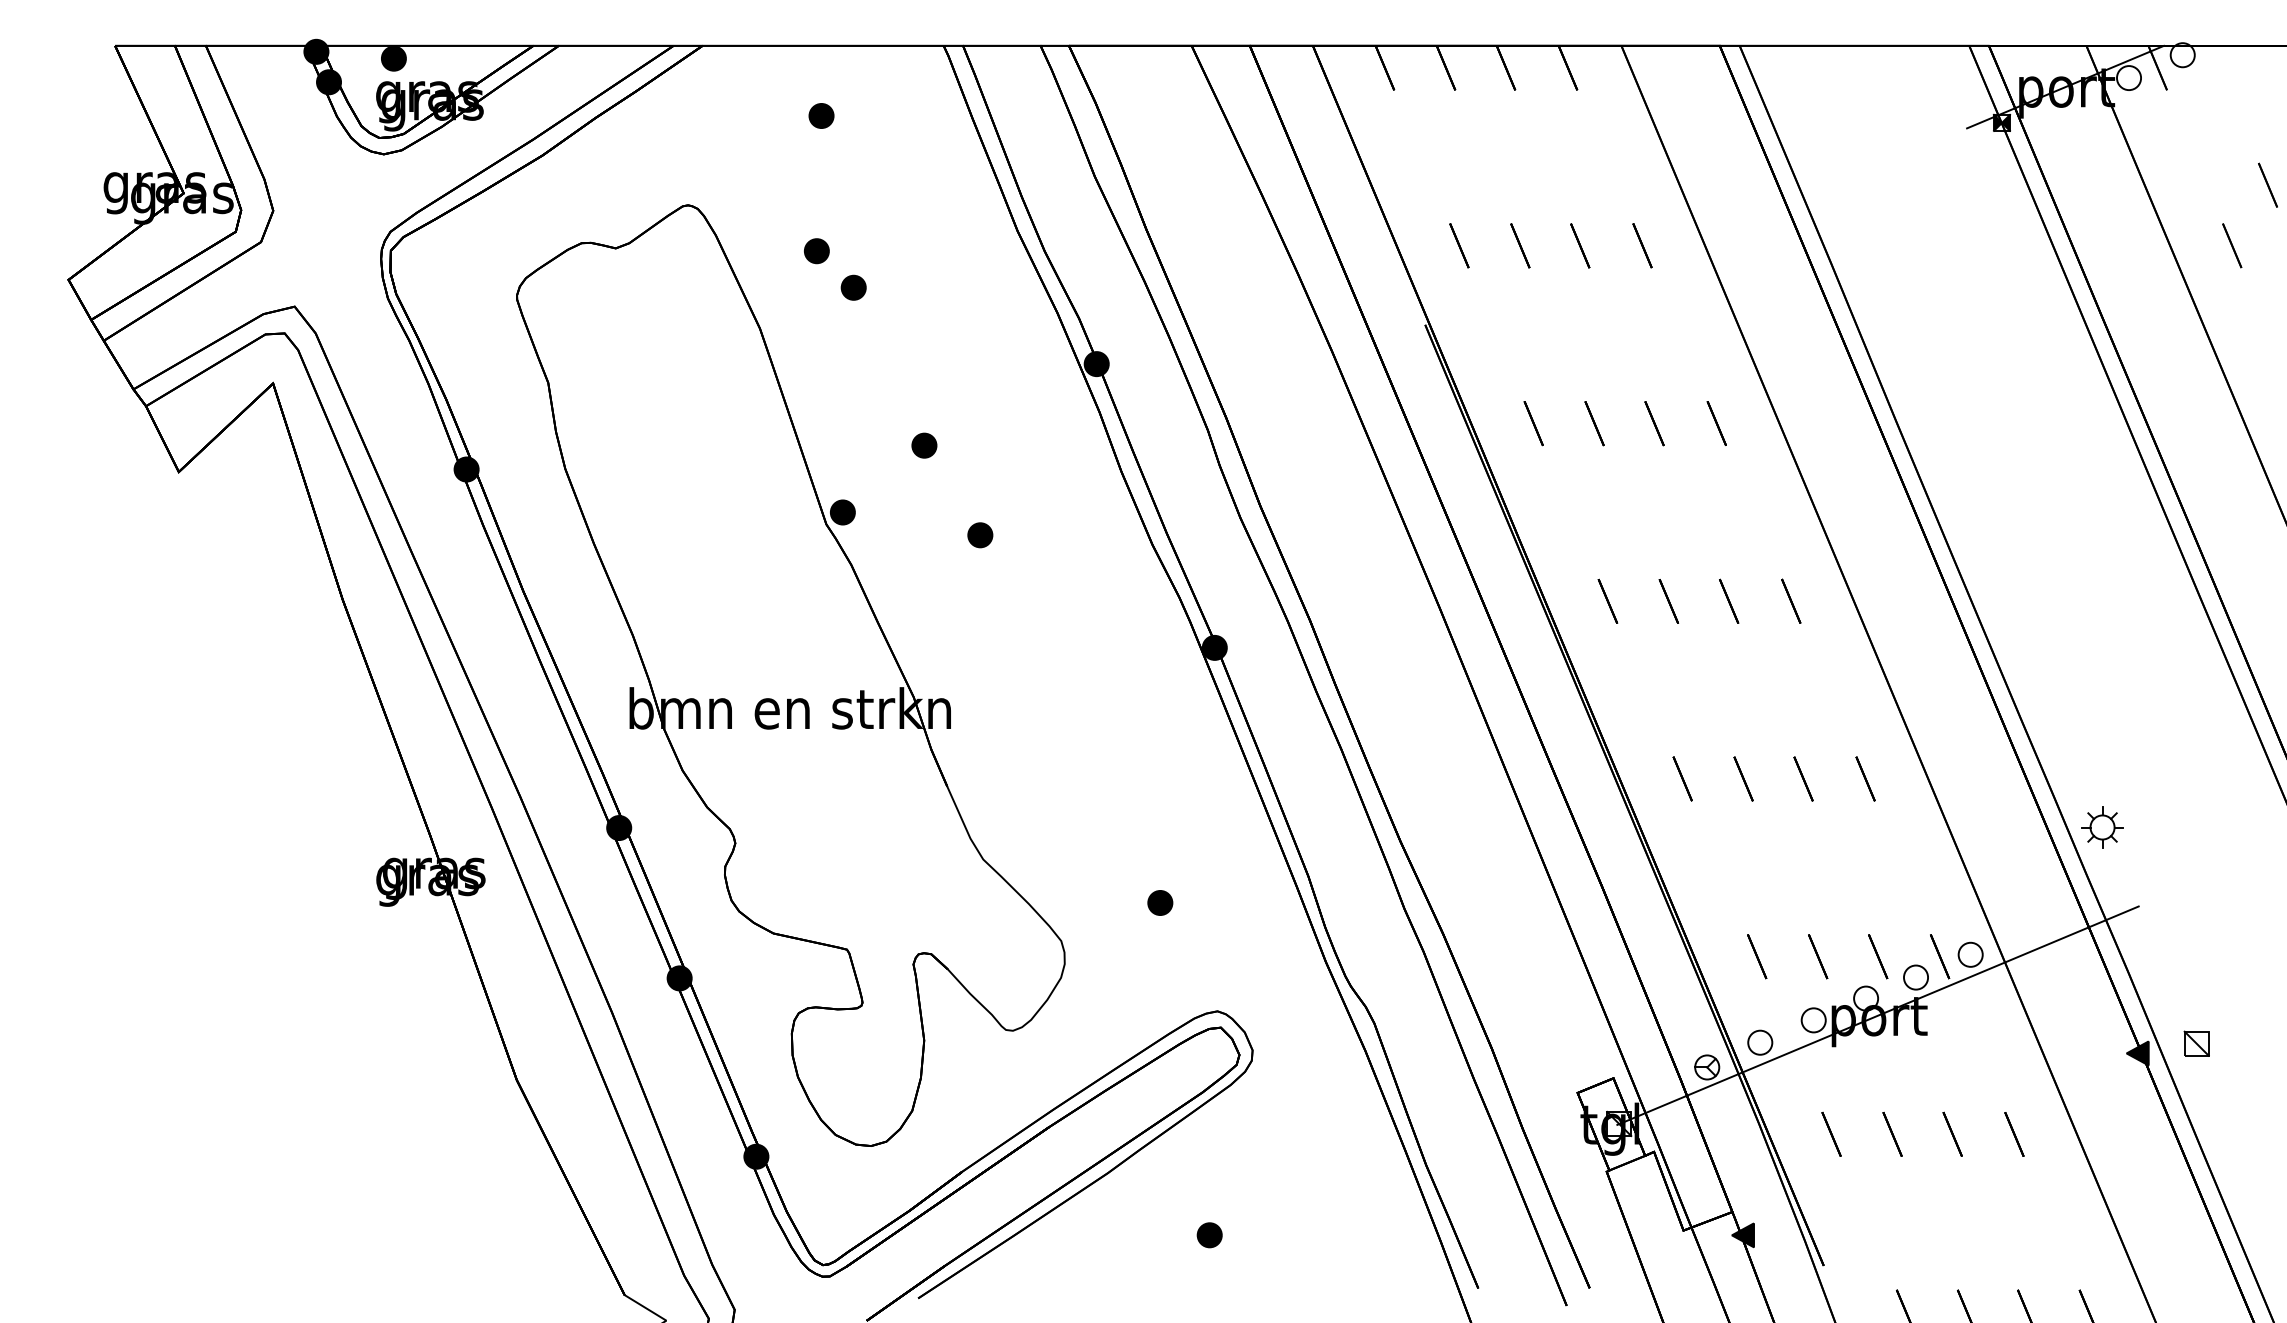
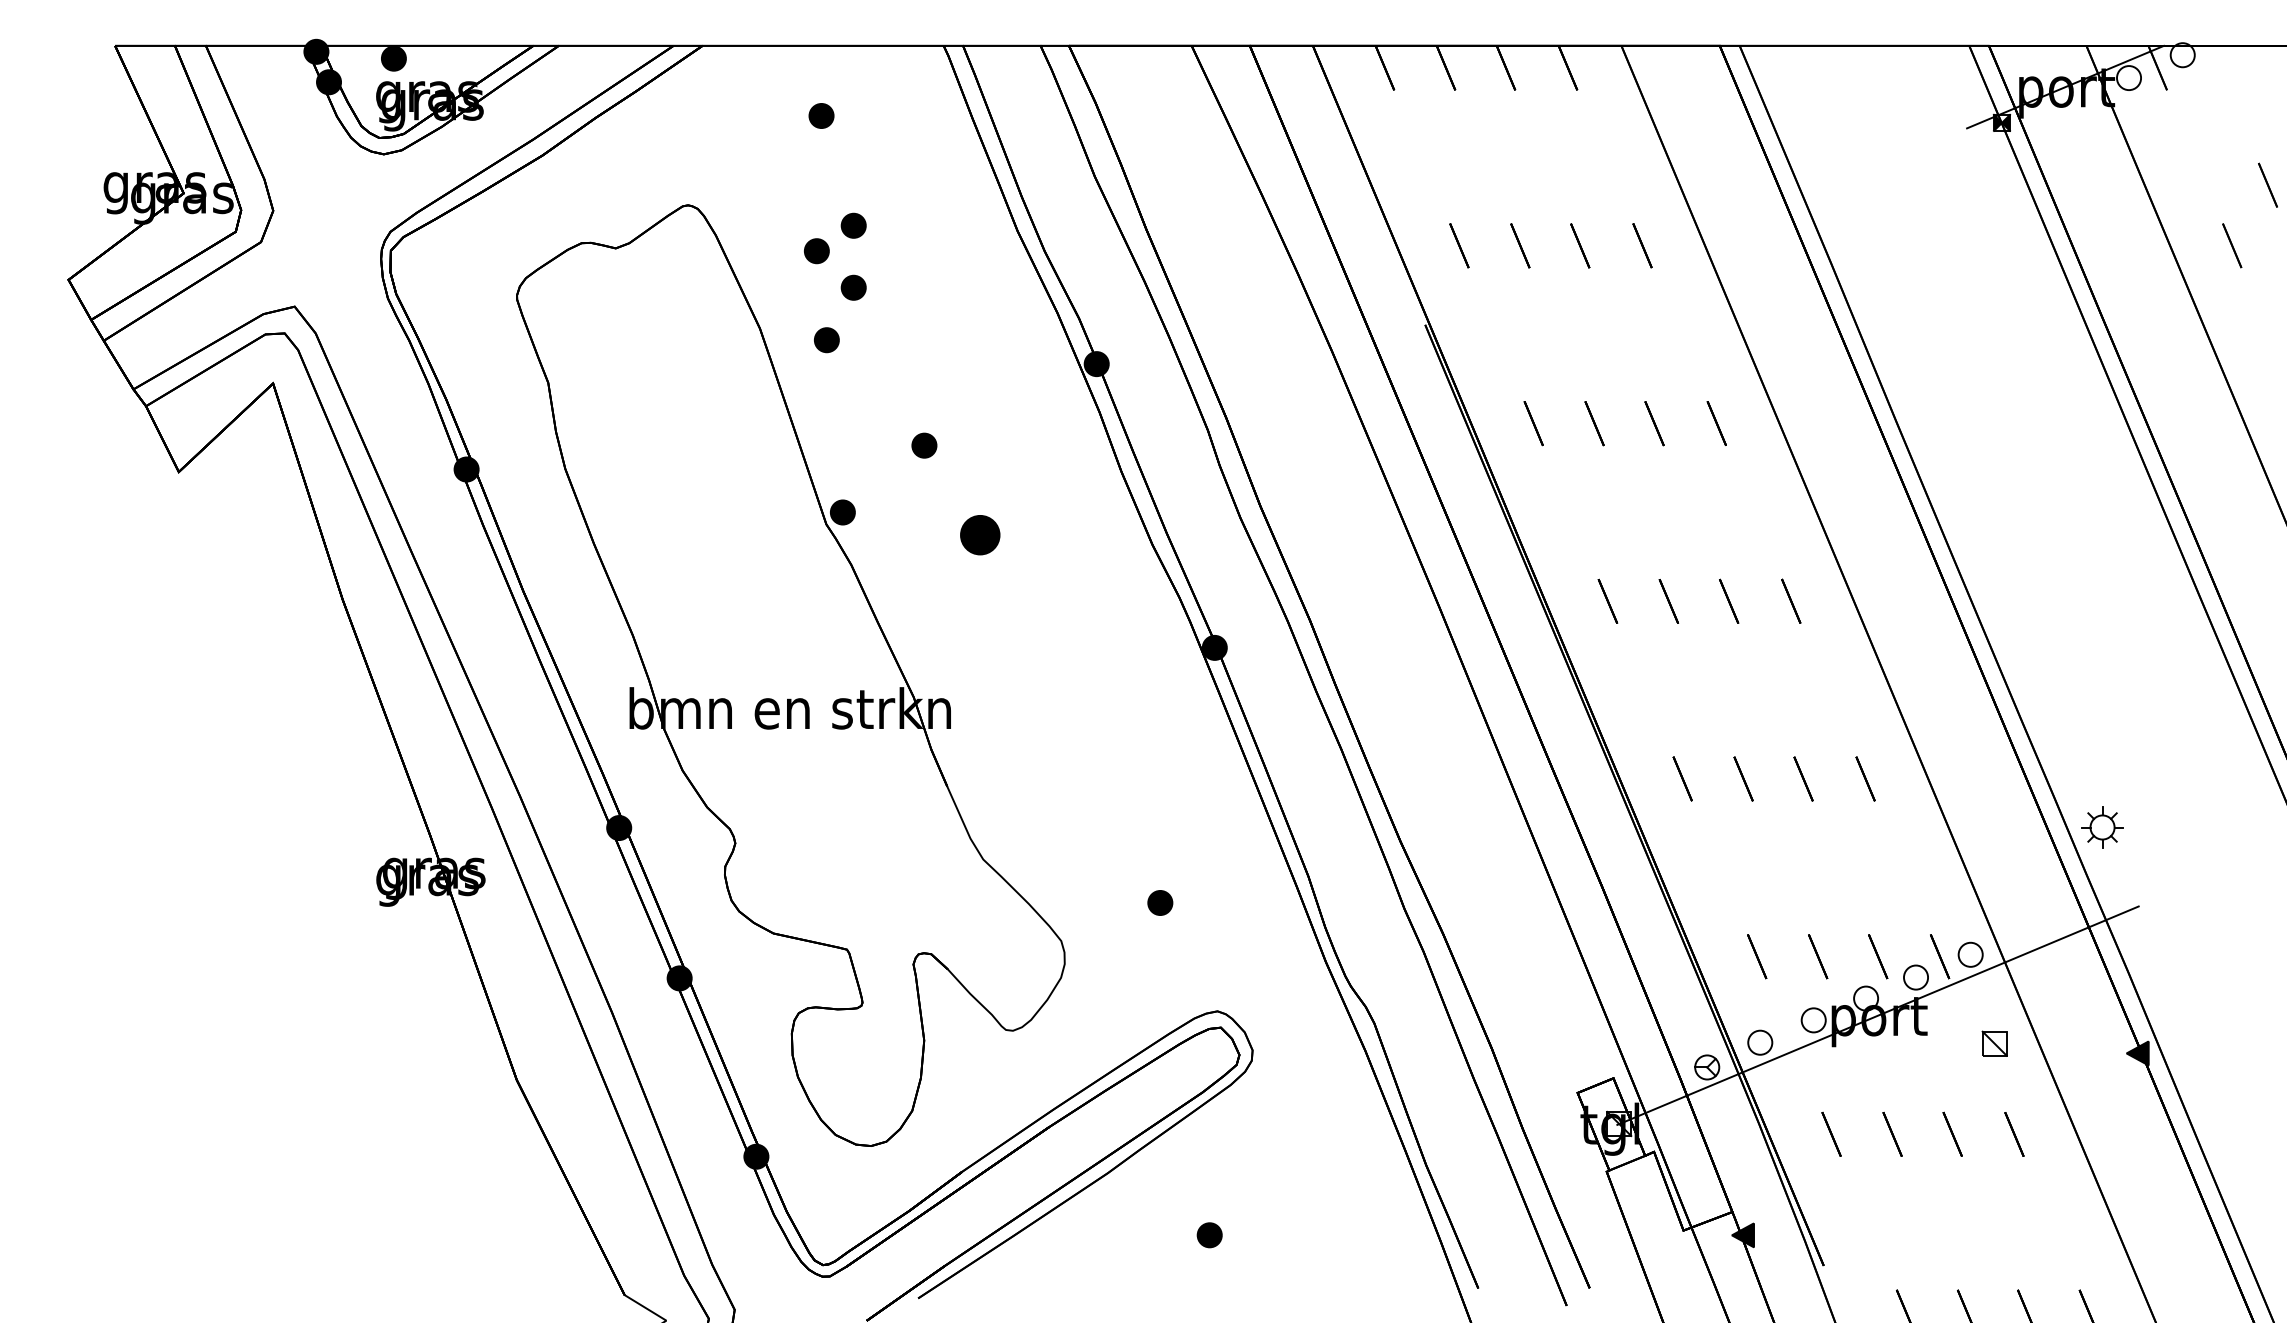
part at (853, 225): none -> present
part at (826, 340): none -> present
part at (980, 535) size: 27x27 px -> 41x41 px
part at (2196, 1043) position: (2196, 1043) -> (1994, 1043)
